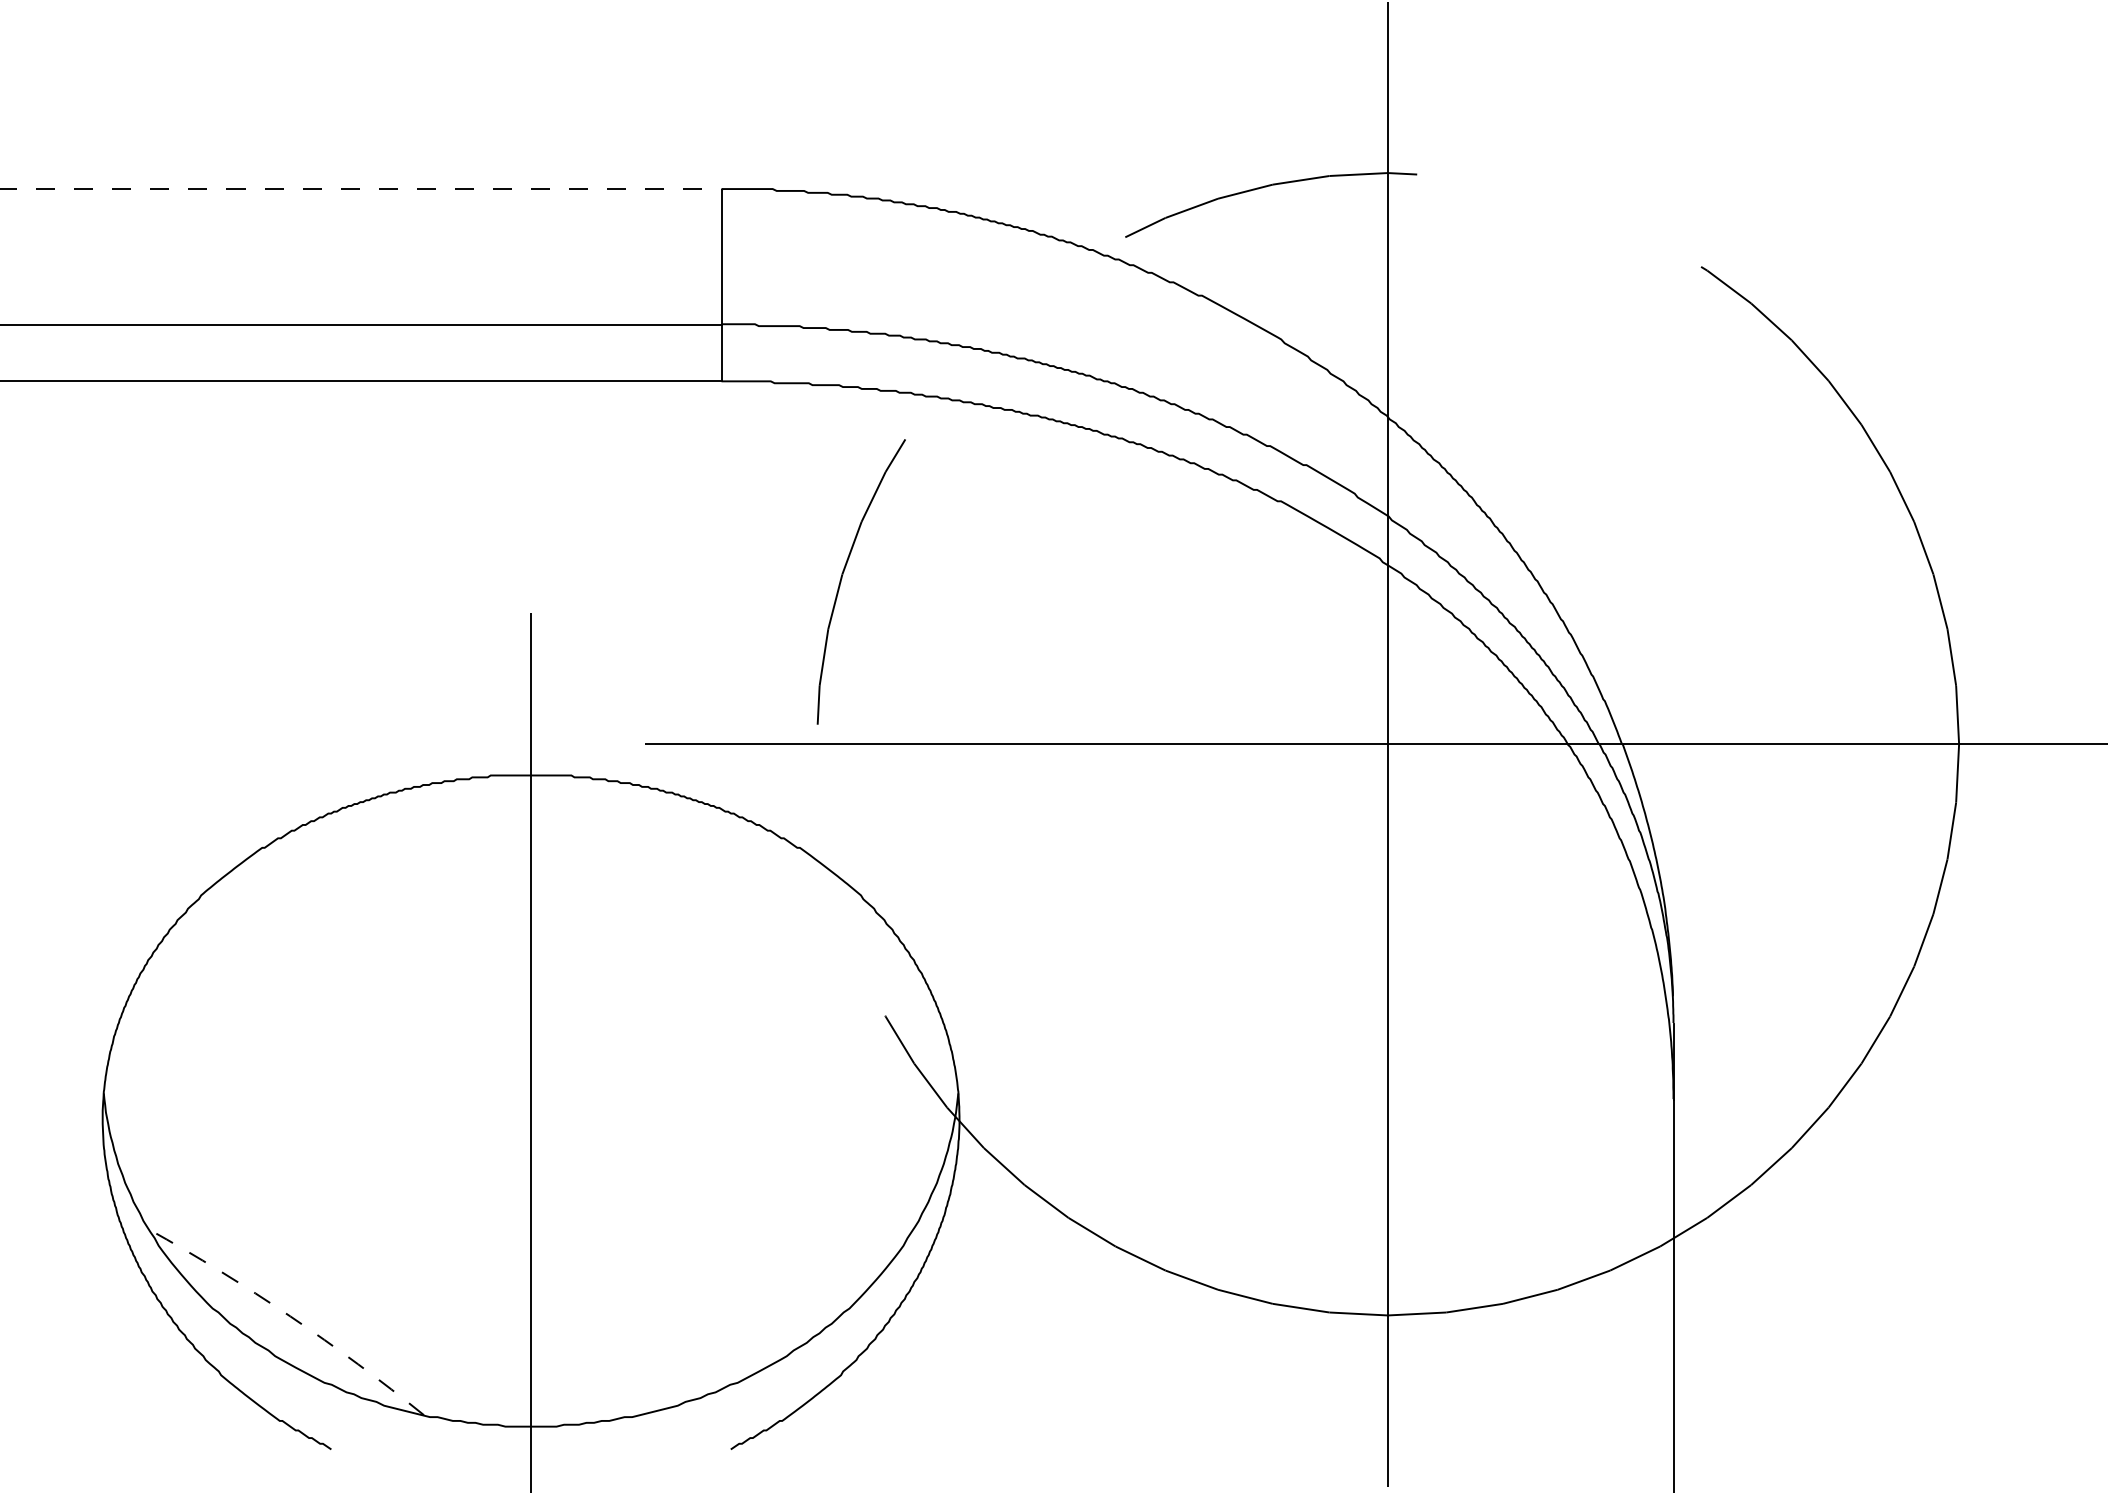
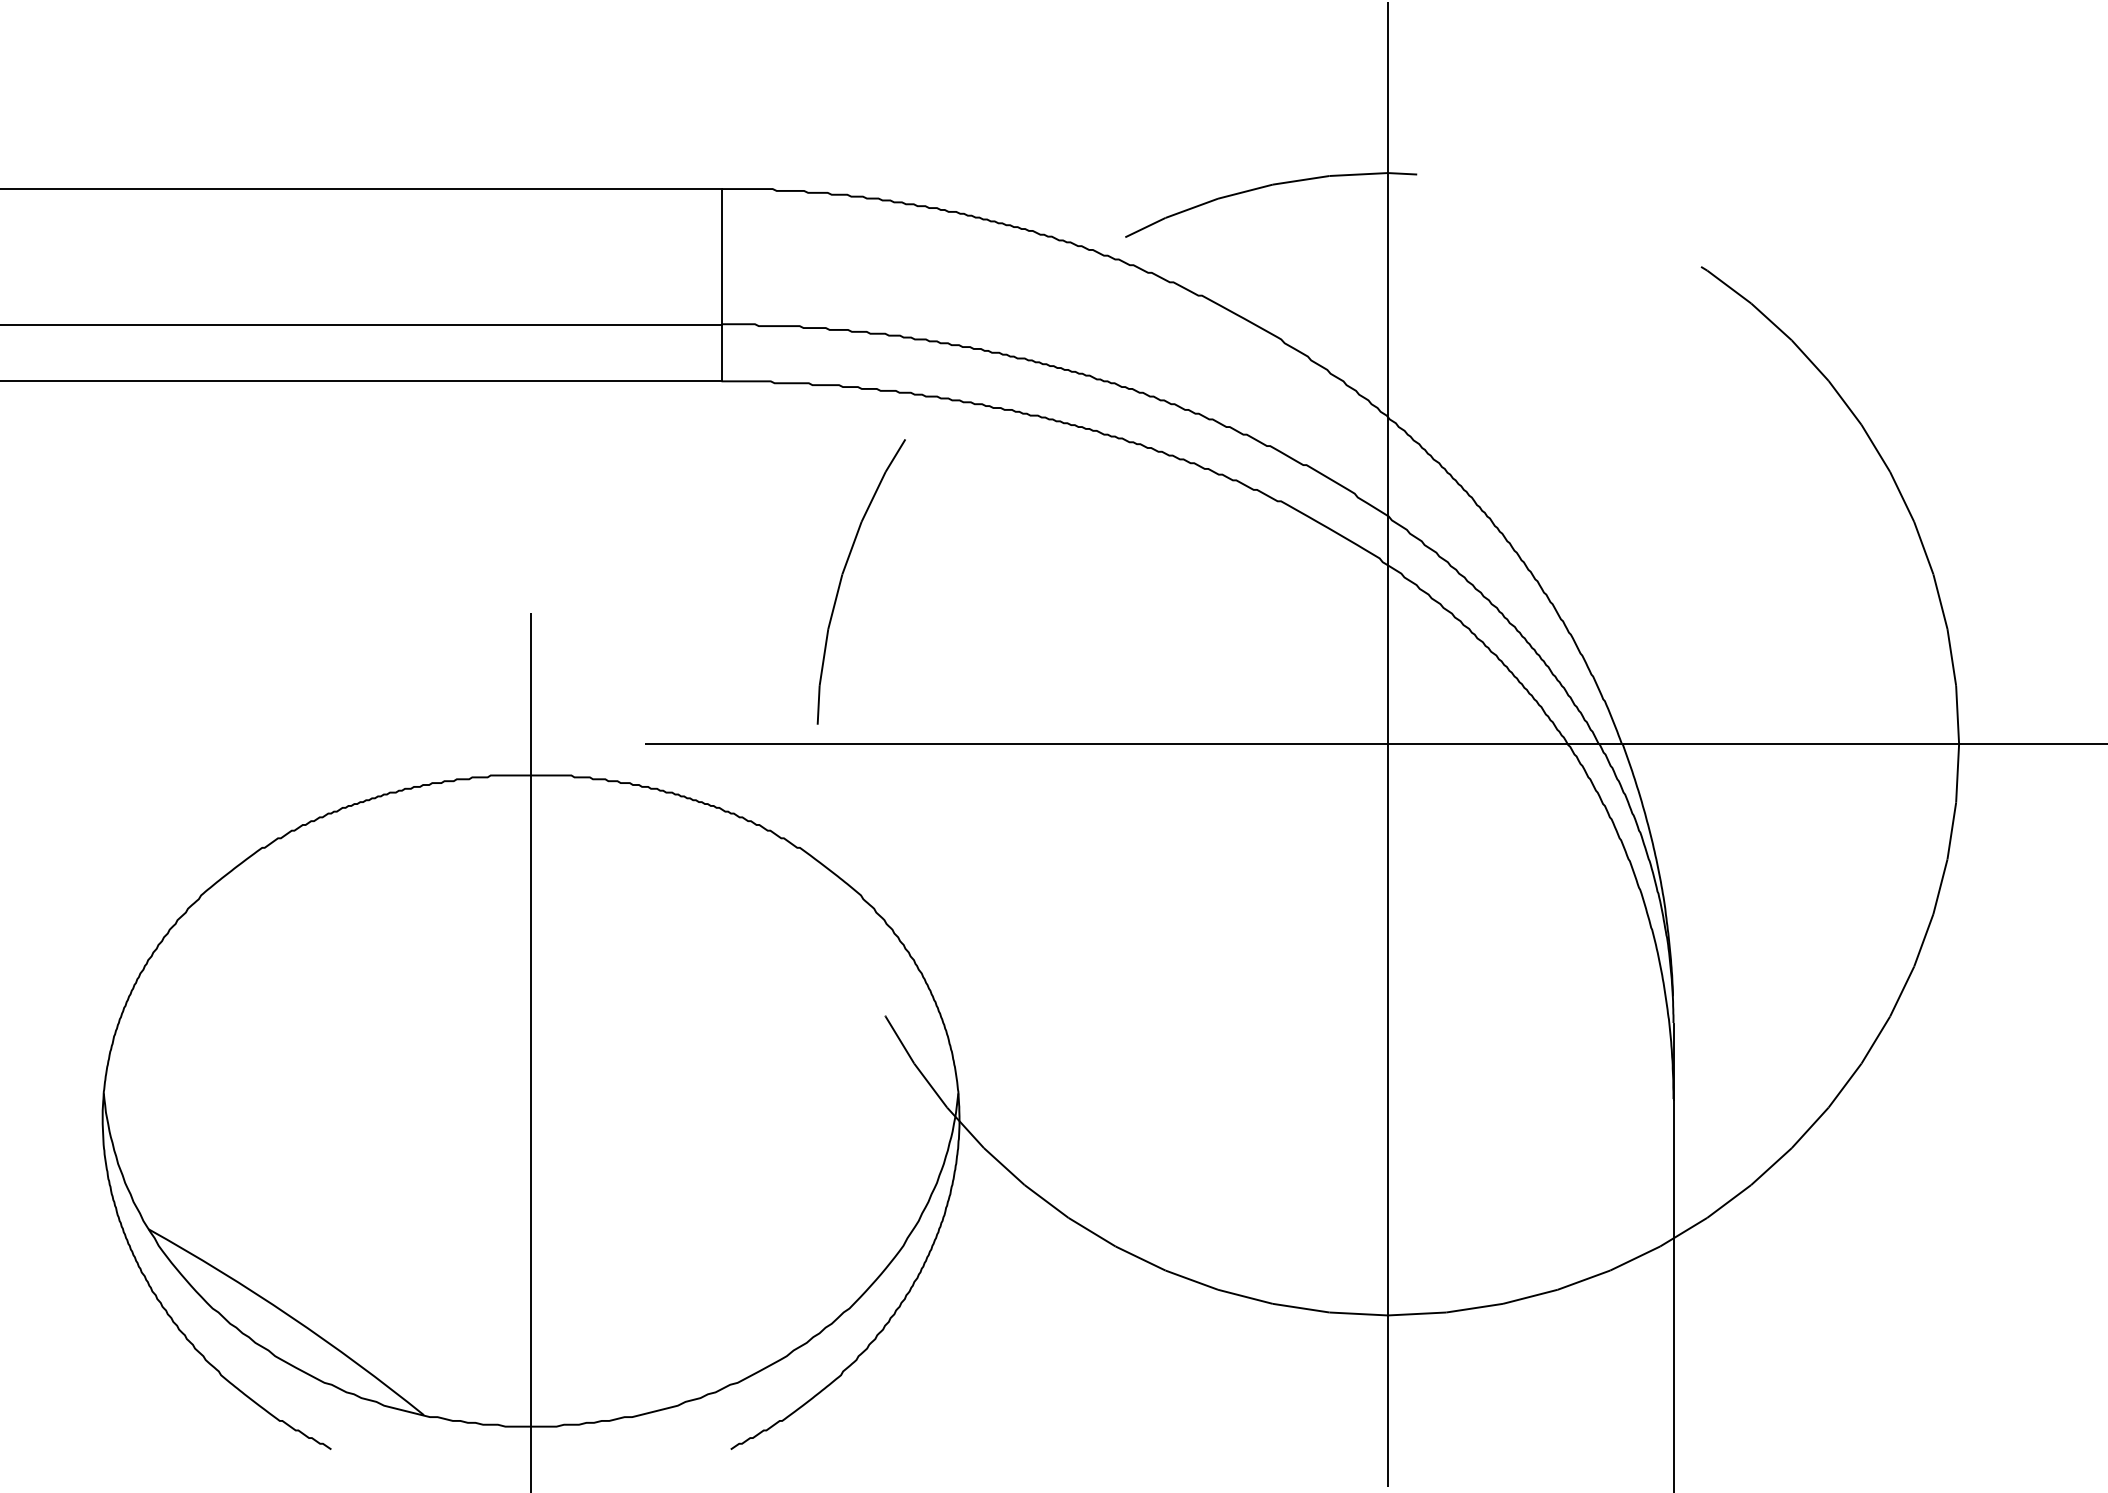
line at (361, 188): dashed -> solid
arc at (290, 1316): dashed -> solid
